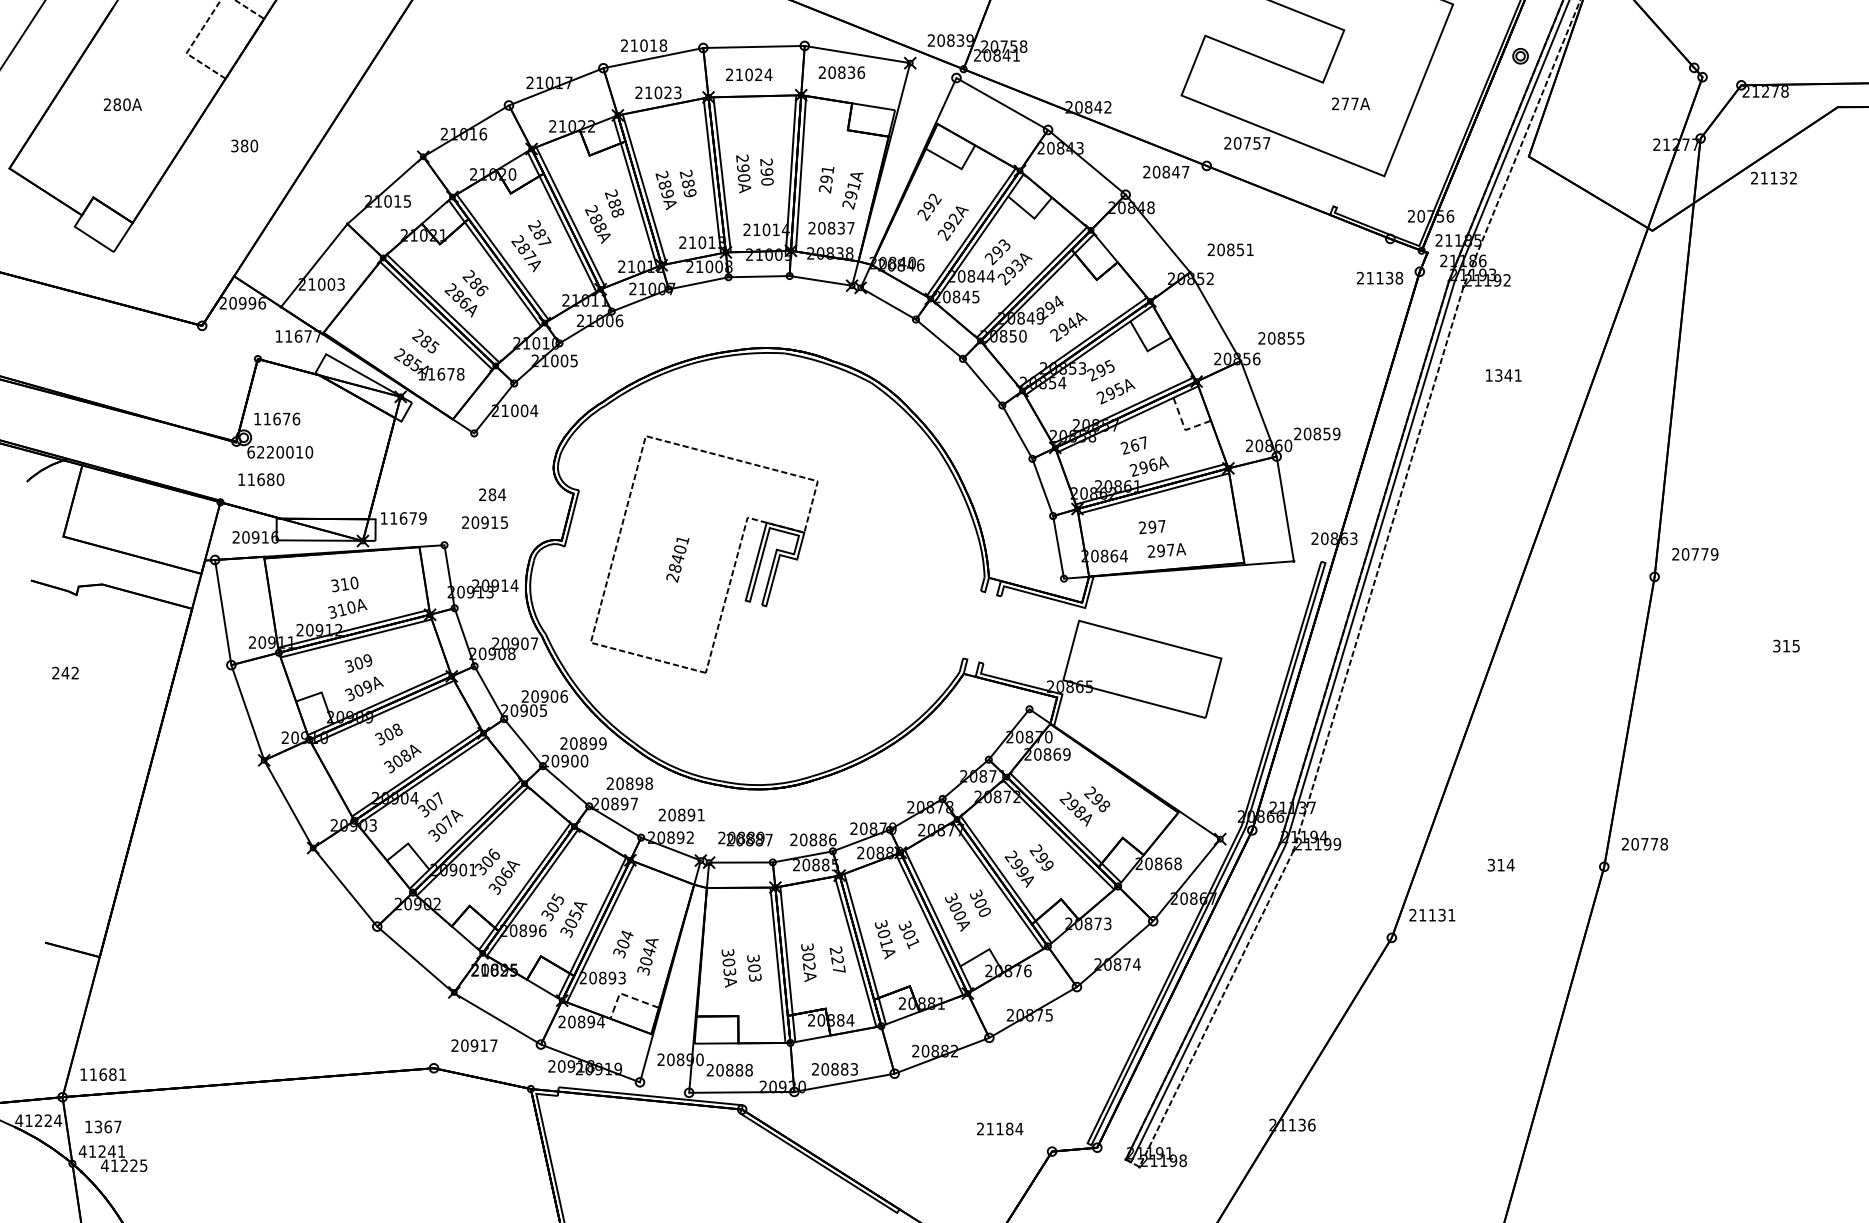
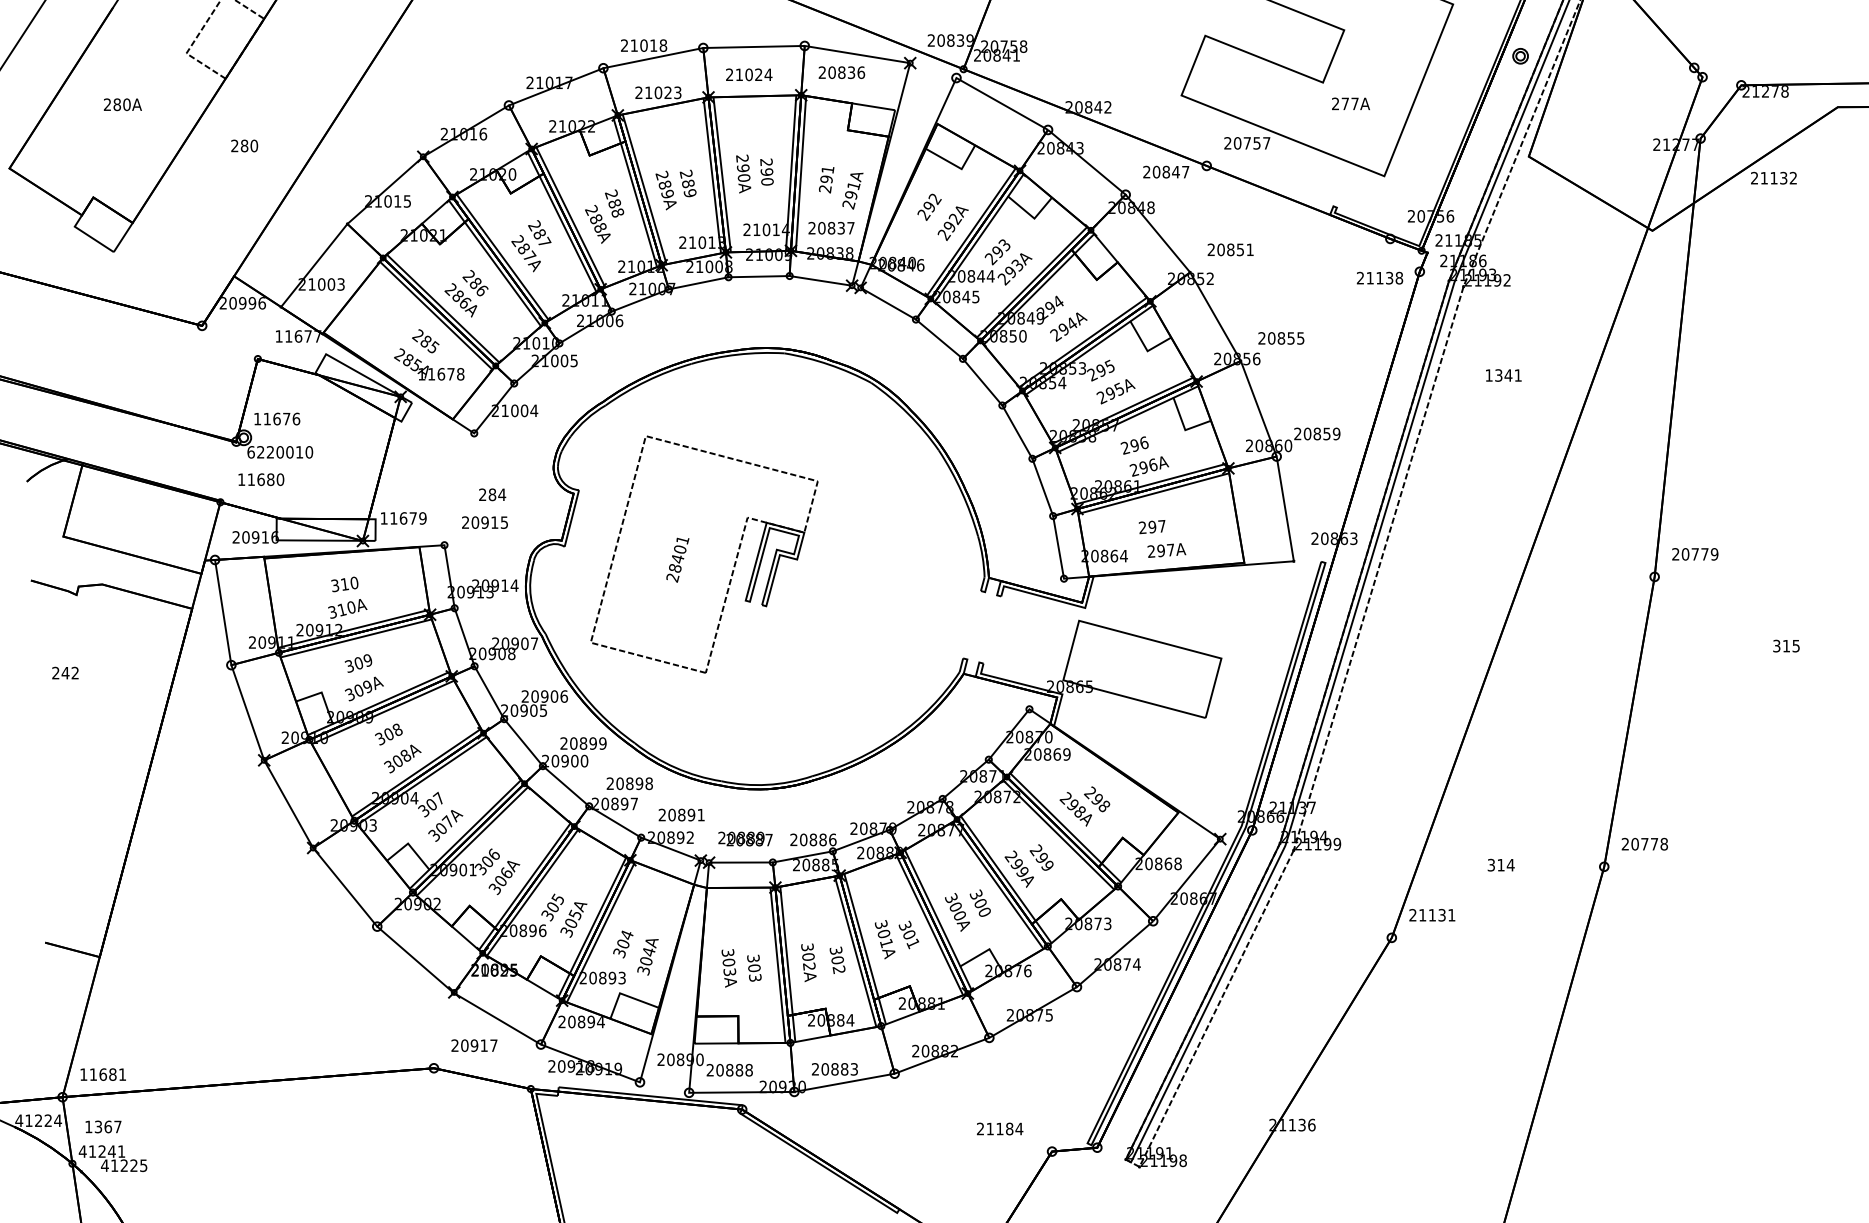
text at (234, 146): 380 -> 280
line at (1184, 426): dashed -> solid
text at (1139, 443): 267 -> 296
text at (837, 959): 227 -> 302
line at (625, 995): dashed -> solid
